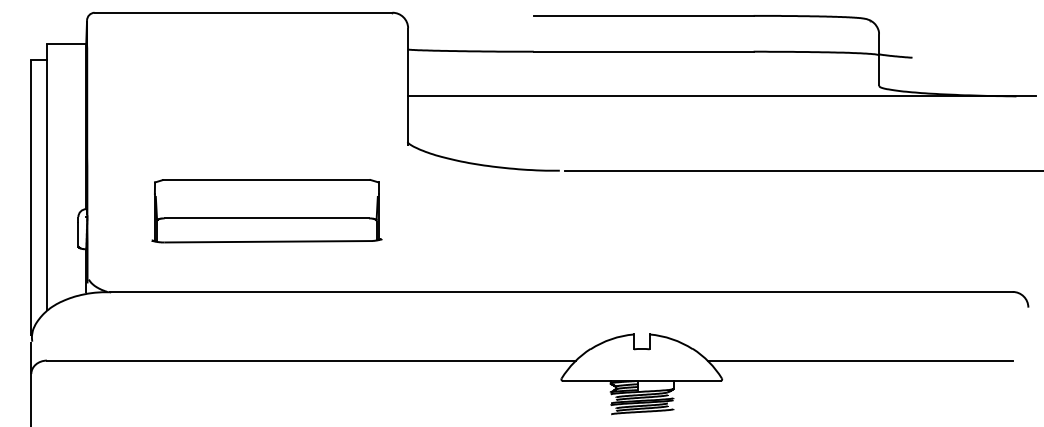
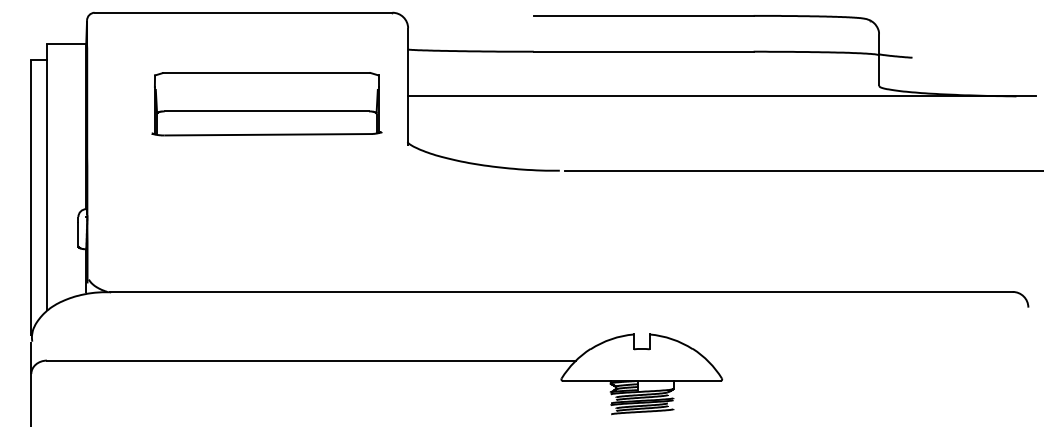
part at (266, 211) position: (266, 211) -> (266, 104)
line at (859, 360): present -> none
